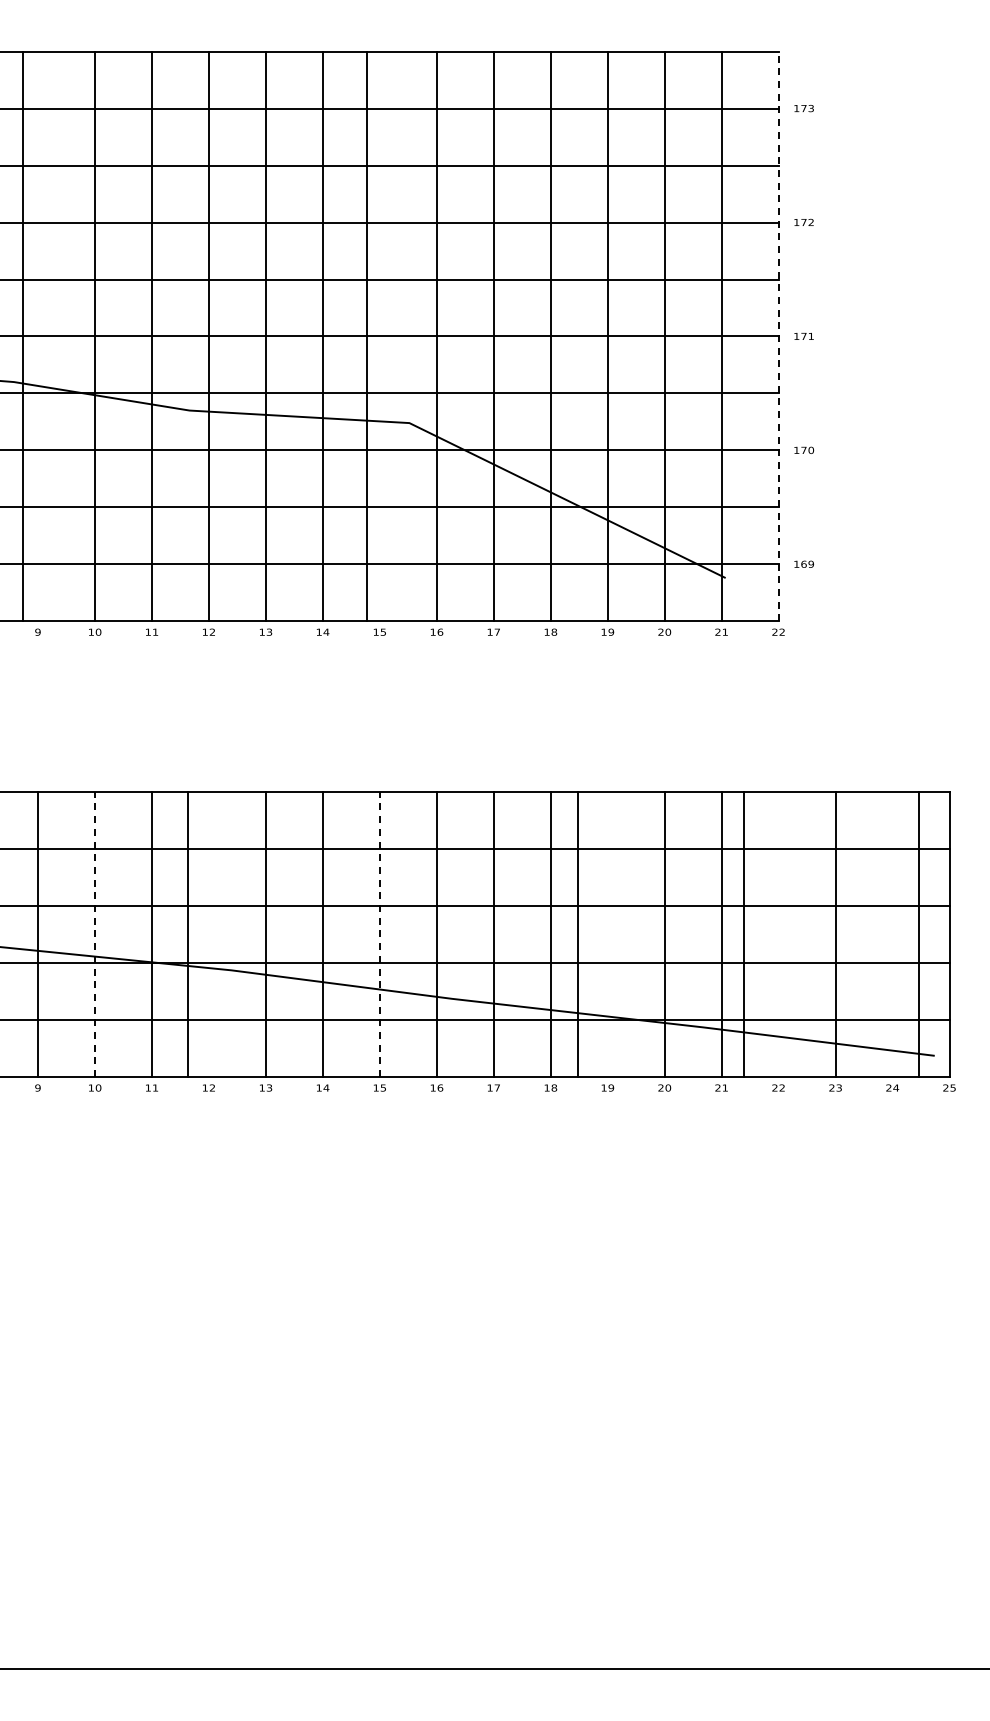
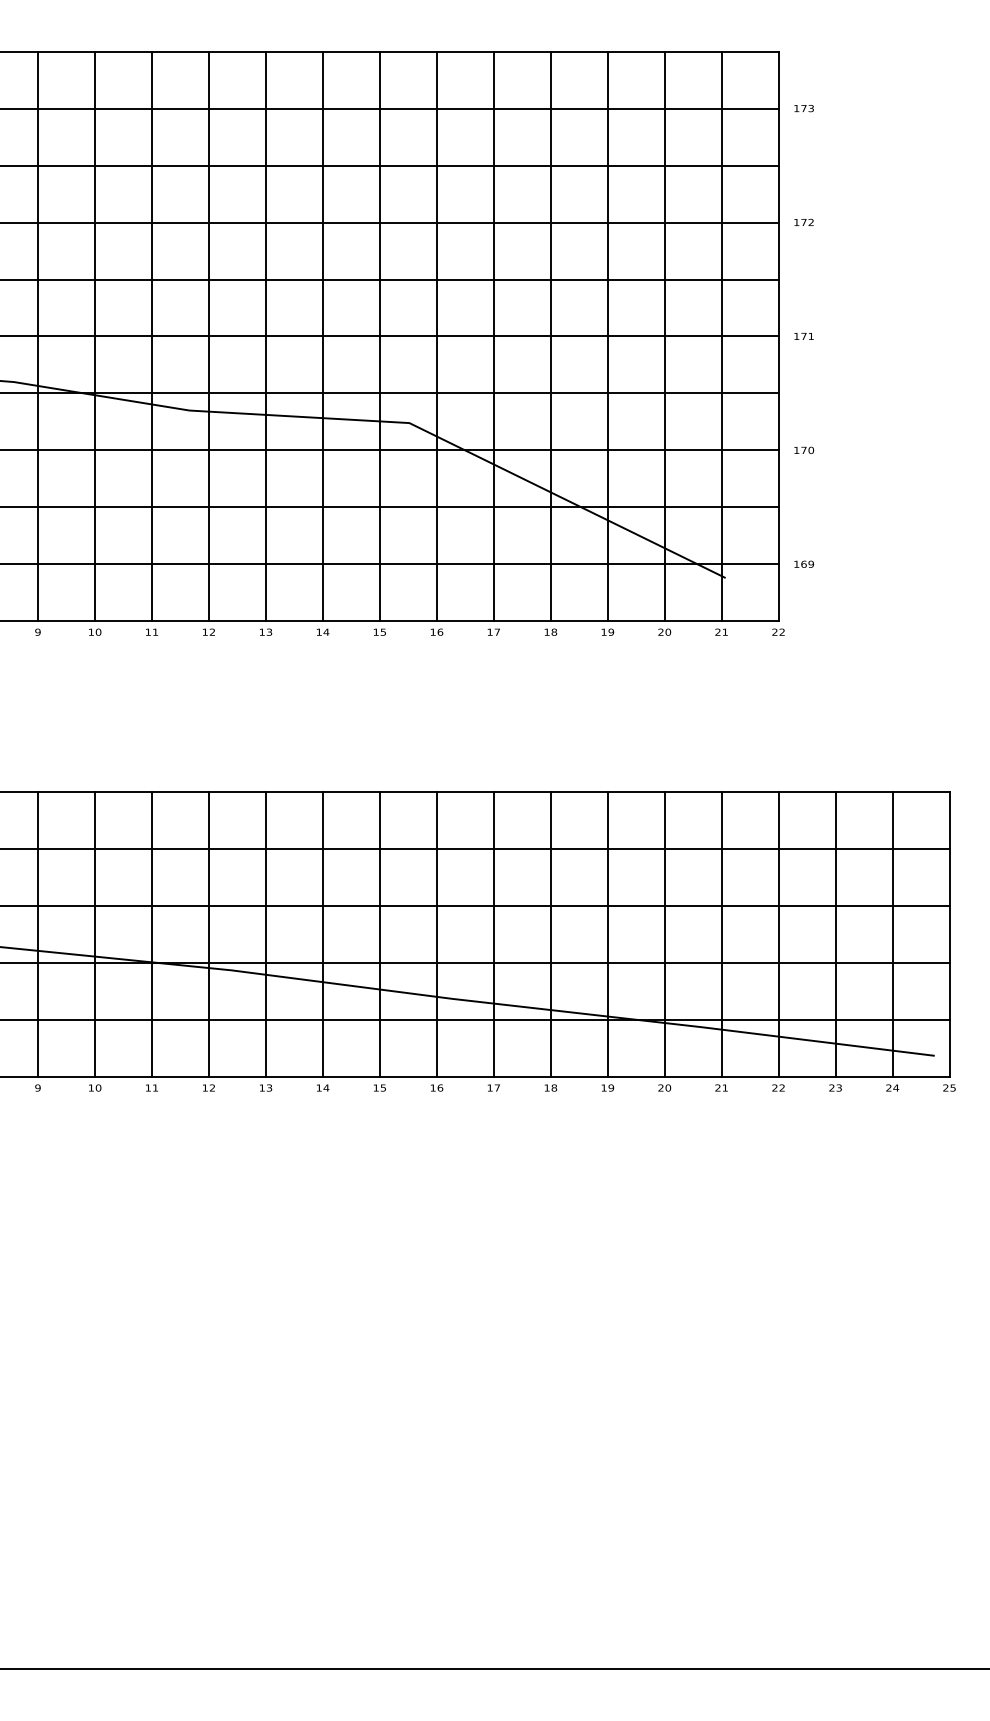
line at (23, 336) position: (23, 336) -> (38, 336)
line at (366, 336) position: (366, 336) -> (379, 336)
line at (778, 336): dashed -> solid
line at (94, 934): dashed -> solid
line at (187, 934) position: (187, 934) -> (208, 934)
line at (379, 934): dashed -> solid
line at (577, 934) position: (577, 934) -> (607, 934)
line at (743, 934) position: (743, 934) -> (778, 934)
line at (918, 934) position: (918, 934) -> (892, 934)
